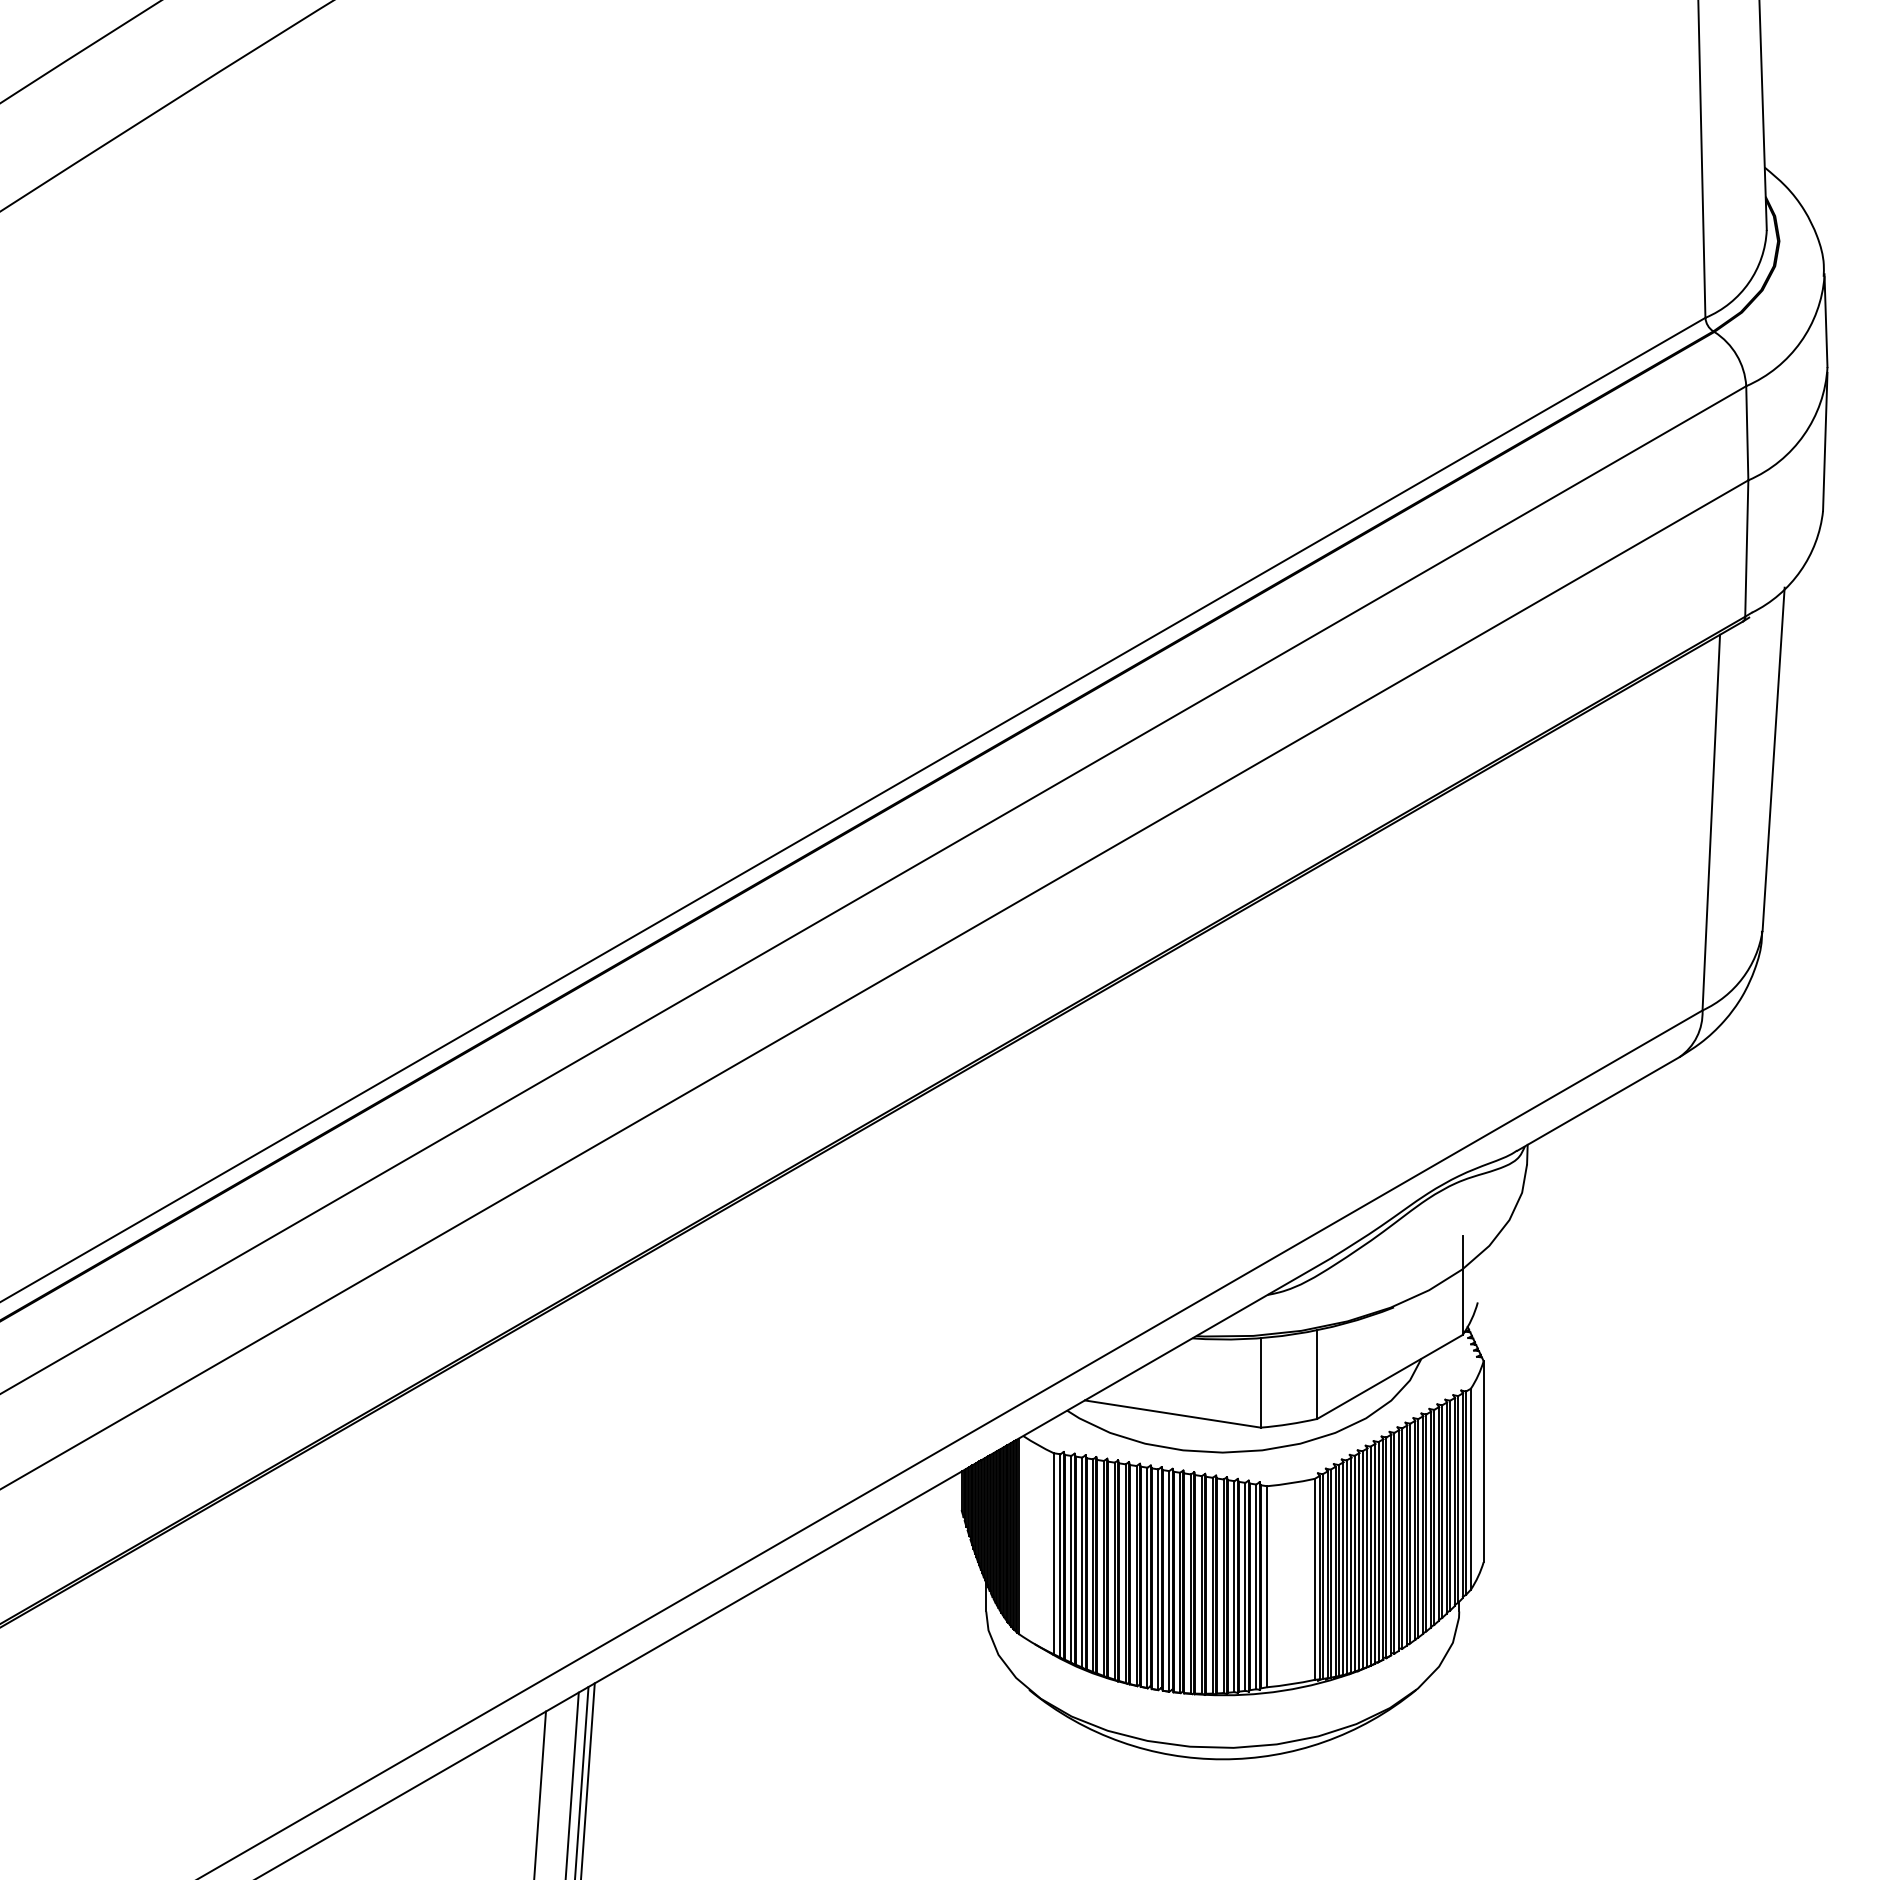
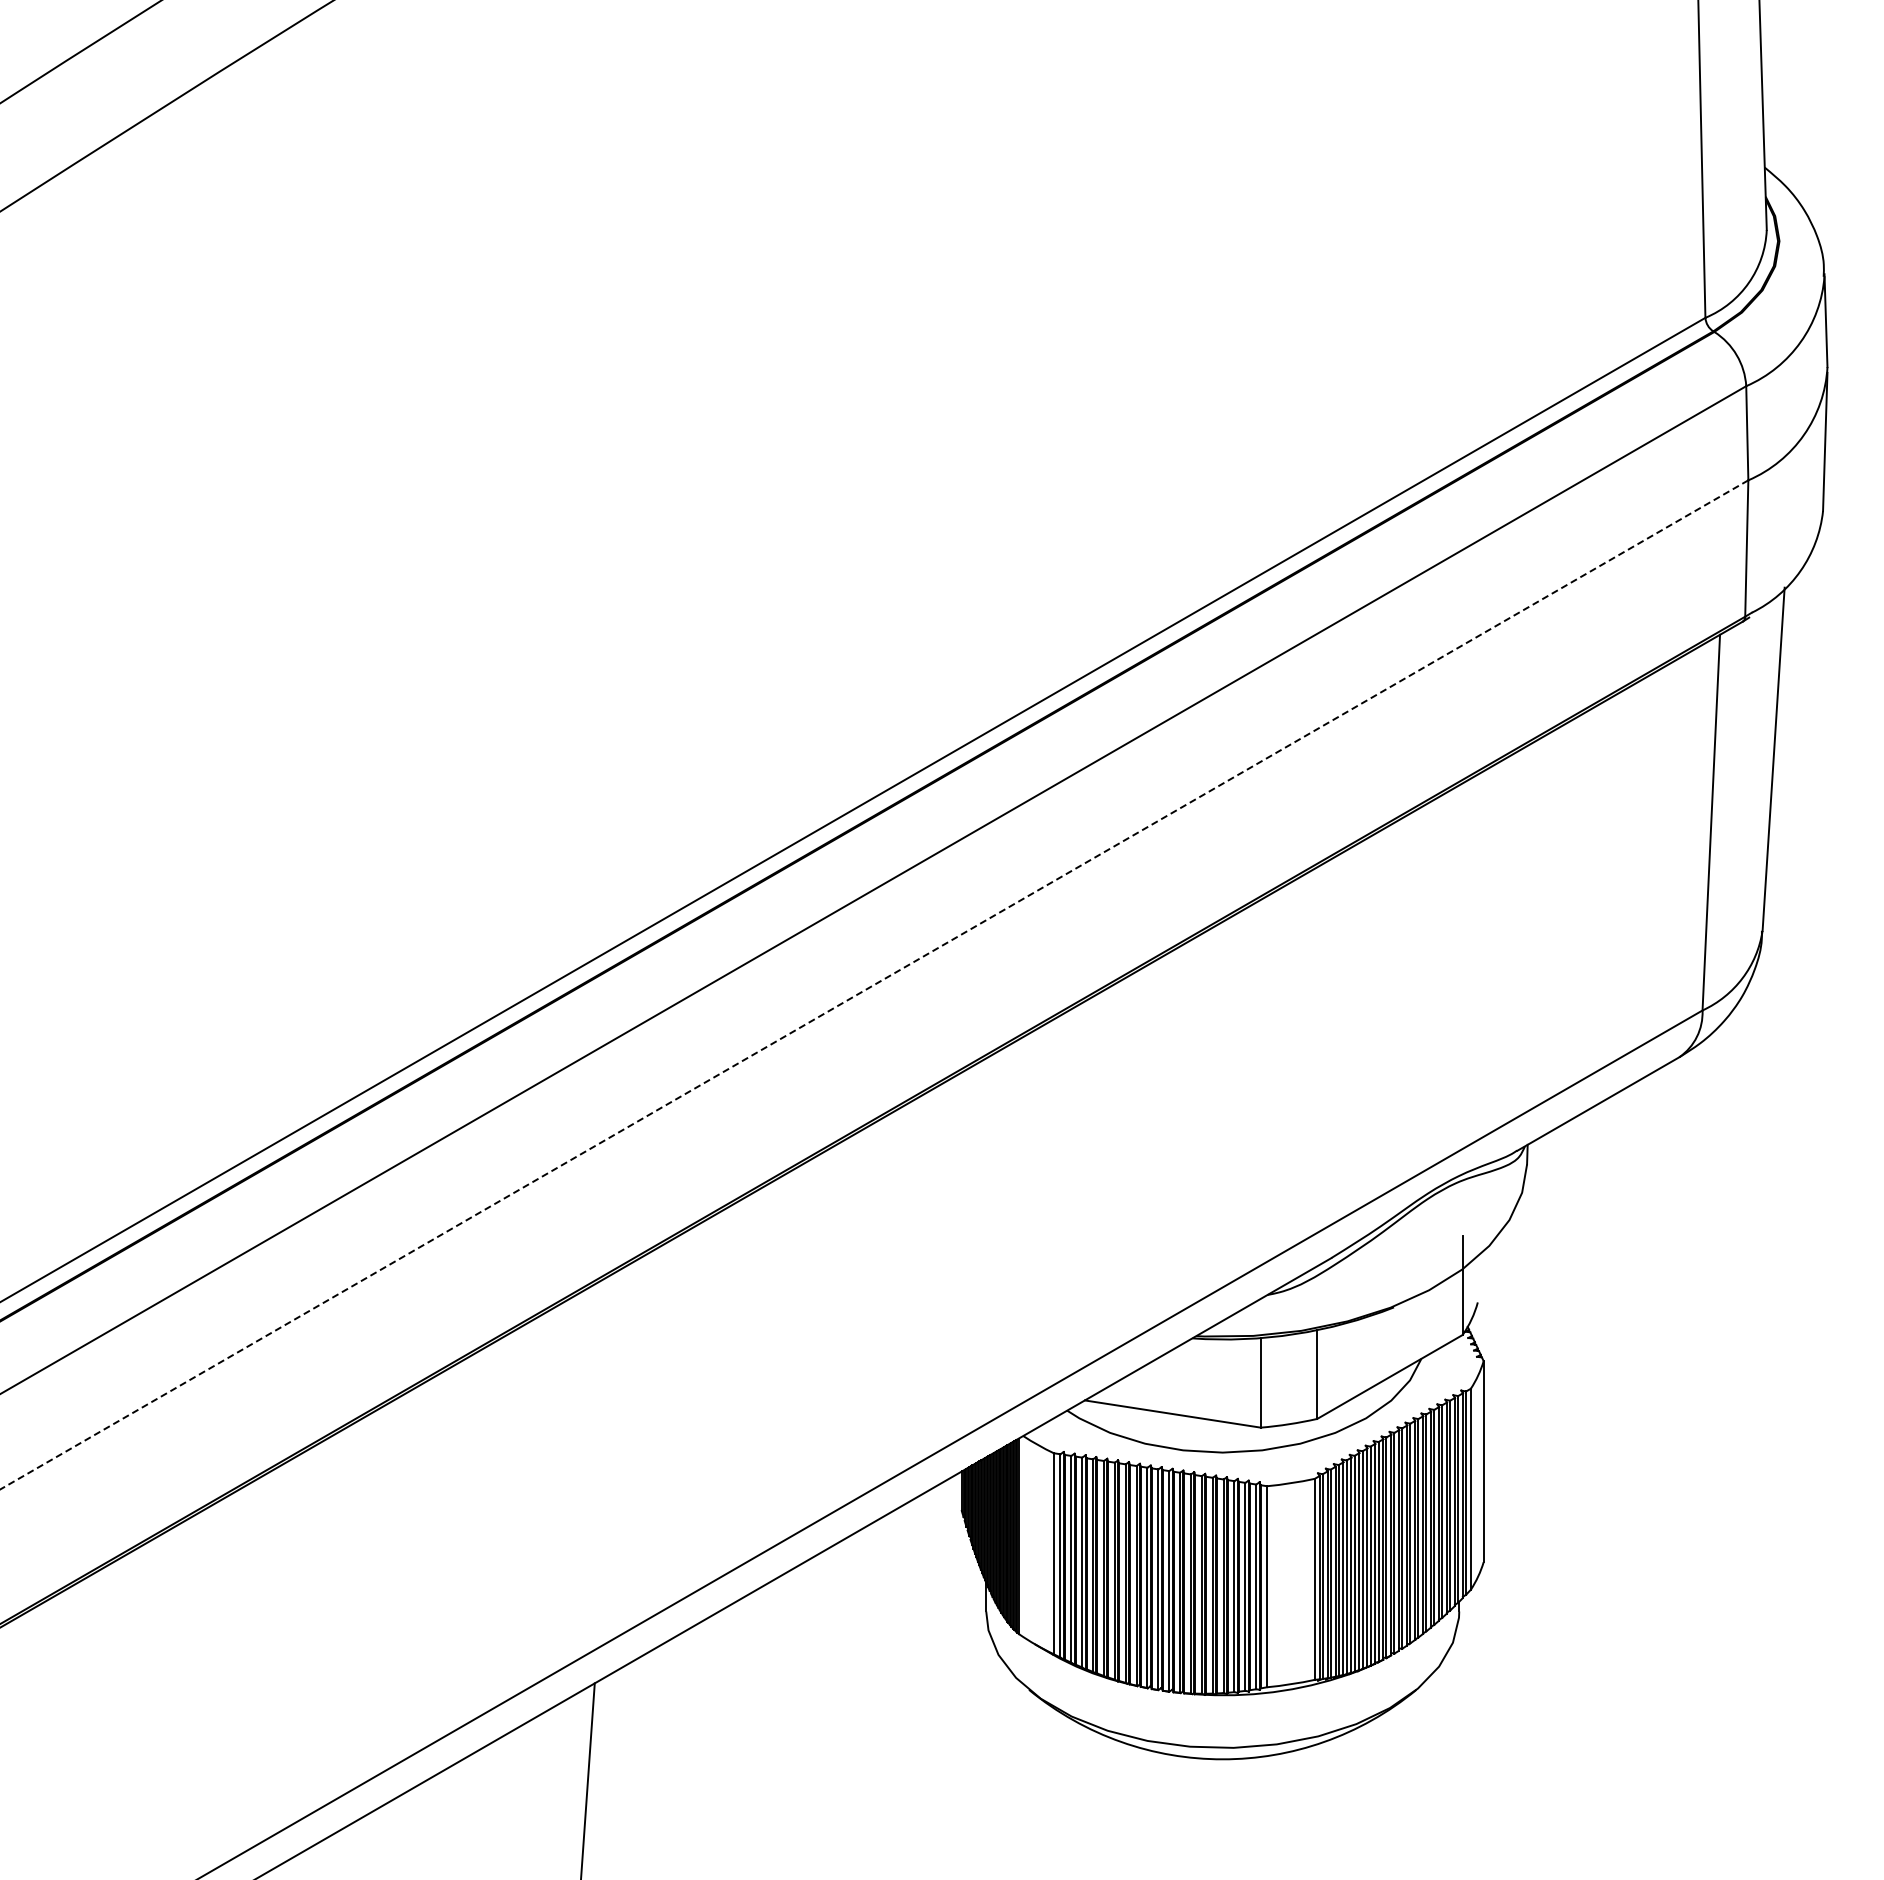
line at (873, 985): solid -> dashed
line at (581, 1781): present -> none
line at (571, 1784): present -> none
line at (539, 1793): present -> none
